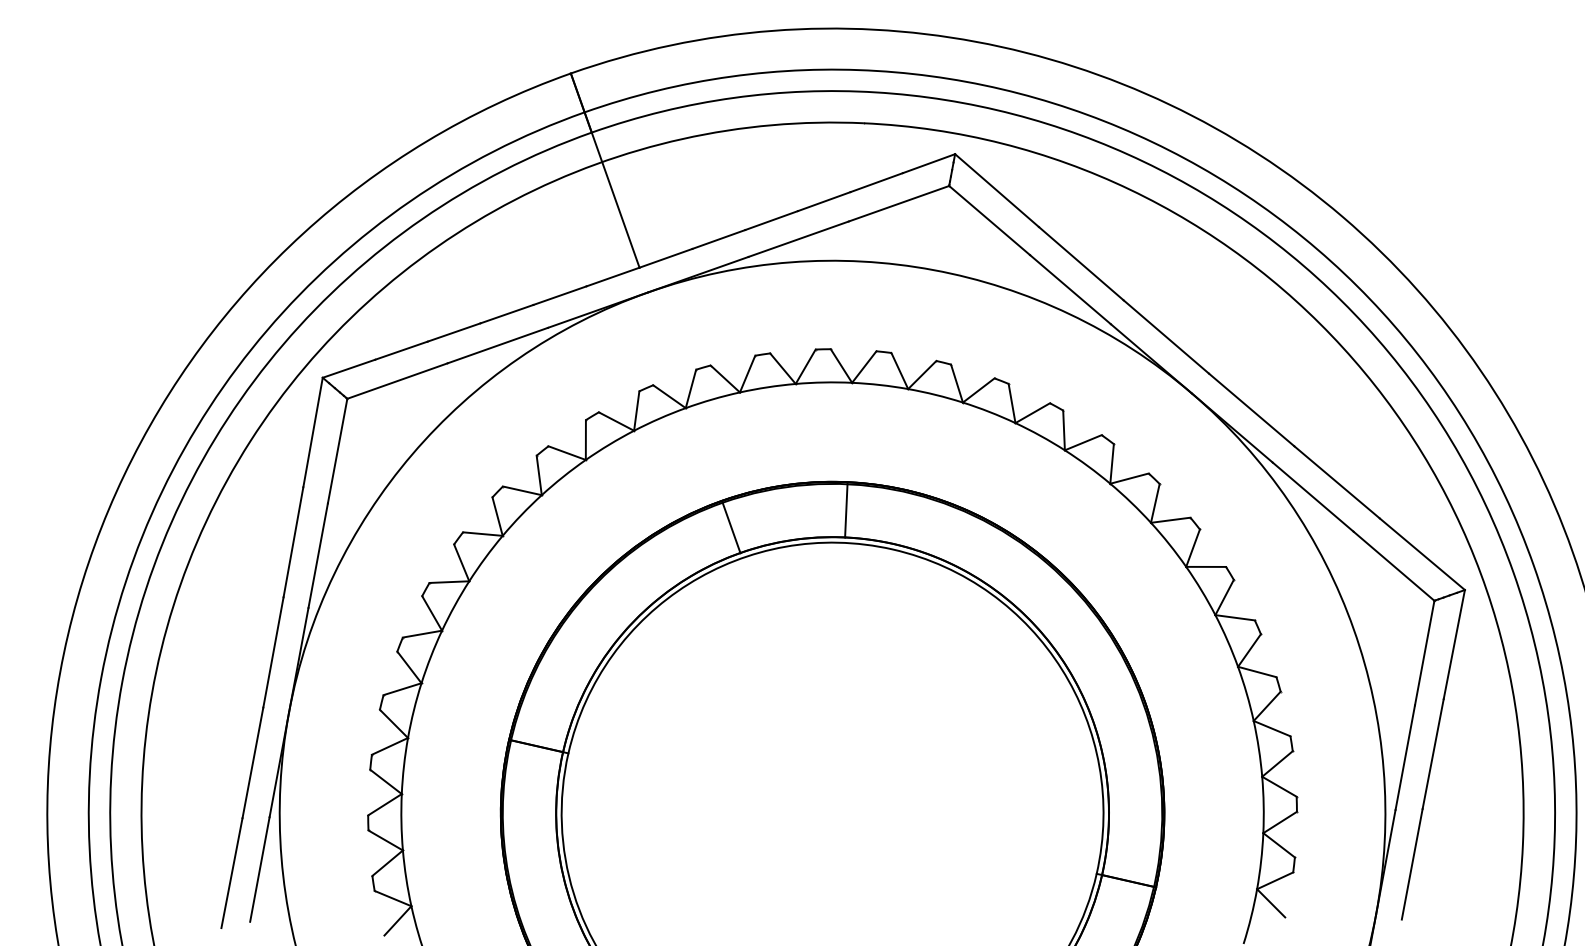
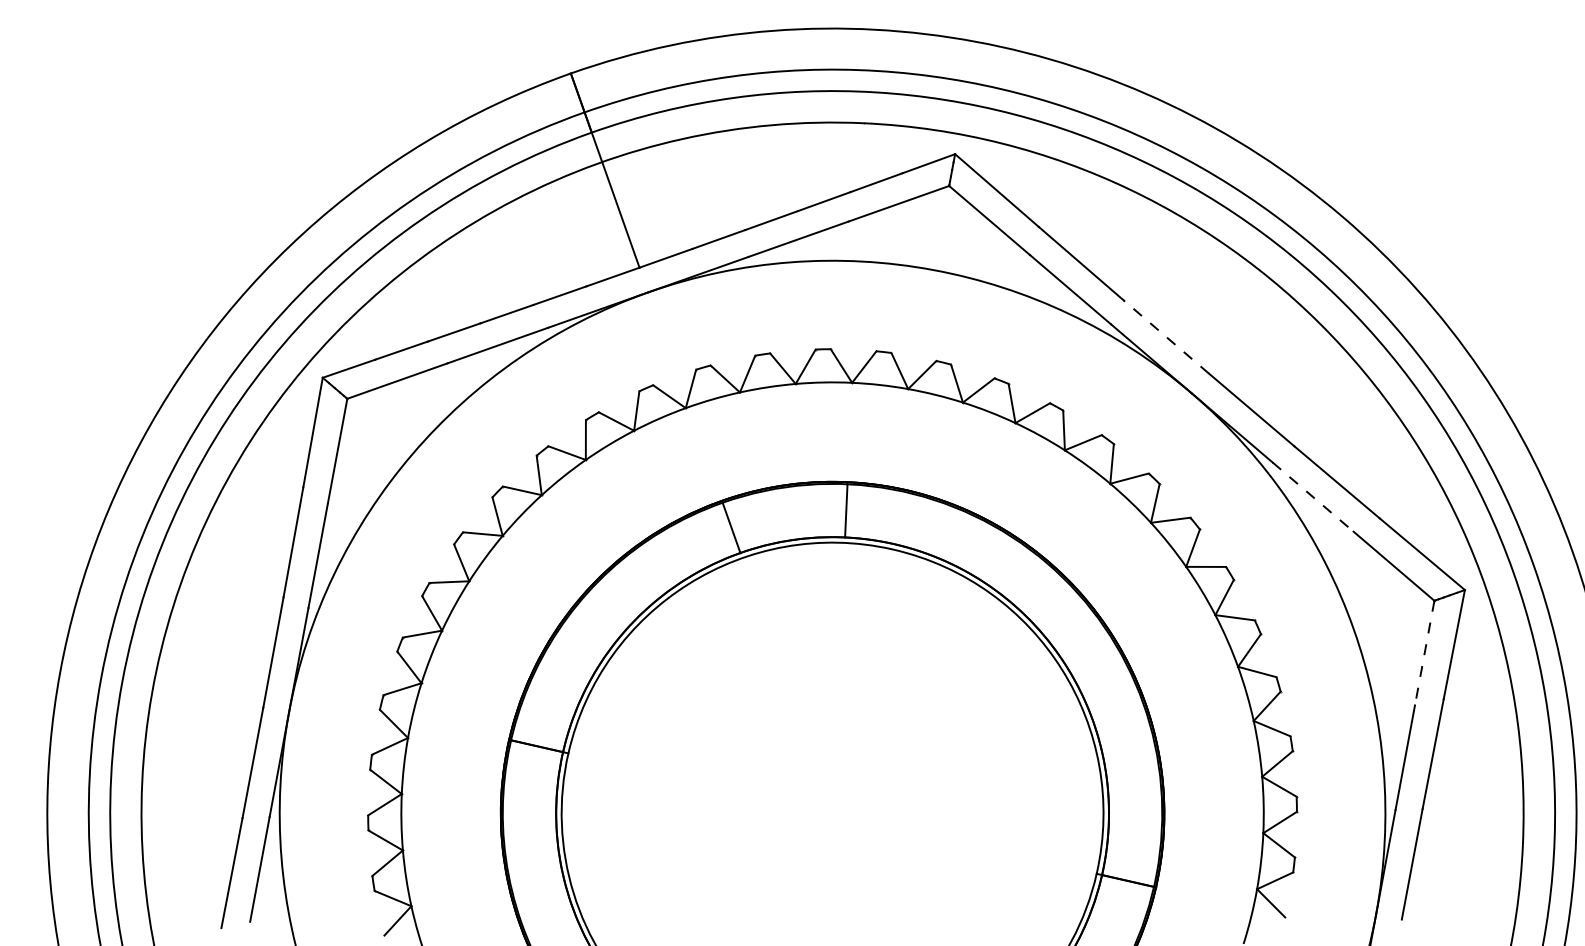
line at (1165, 336): solid -> dashed
line at (1313, 497): solid -> dashed
line at (1424, 653): solid -> dashed
